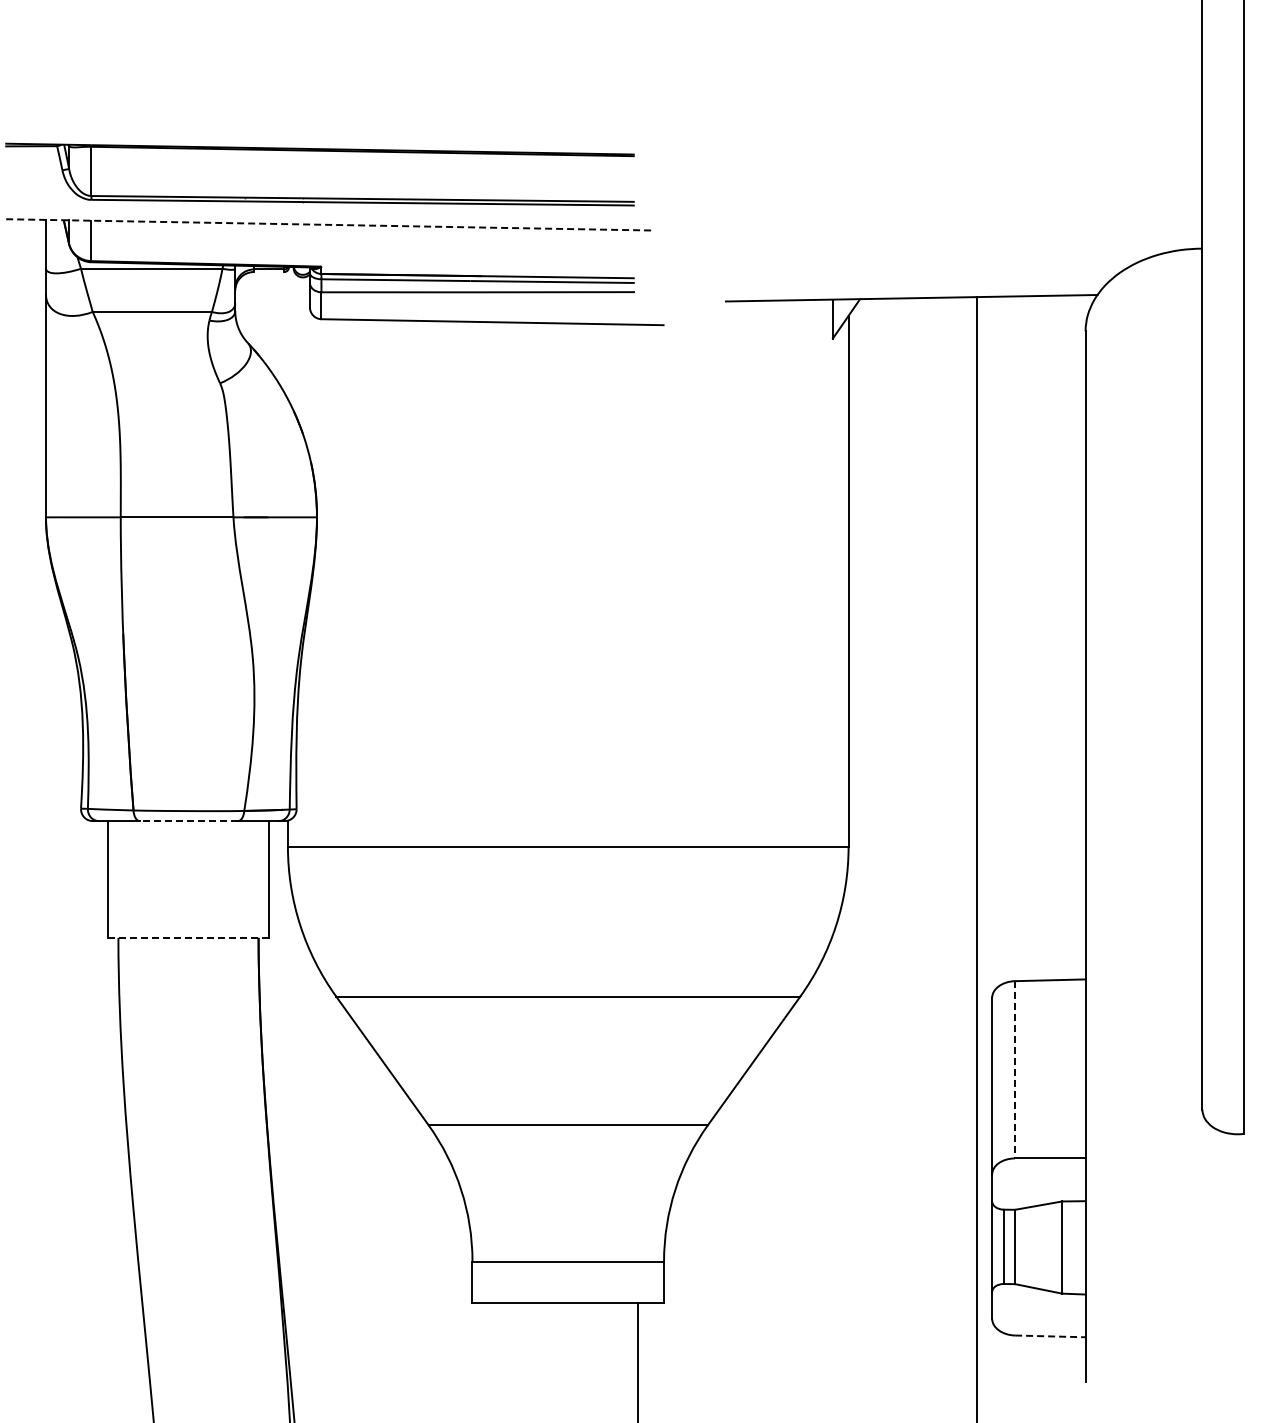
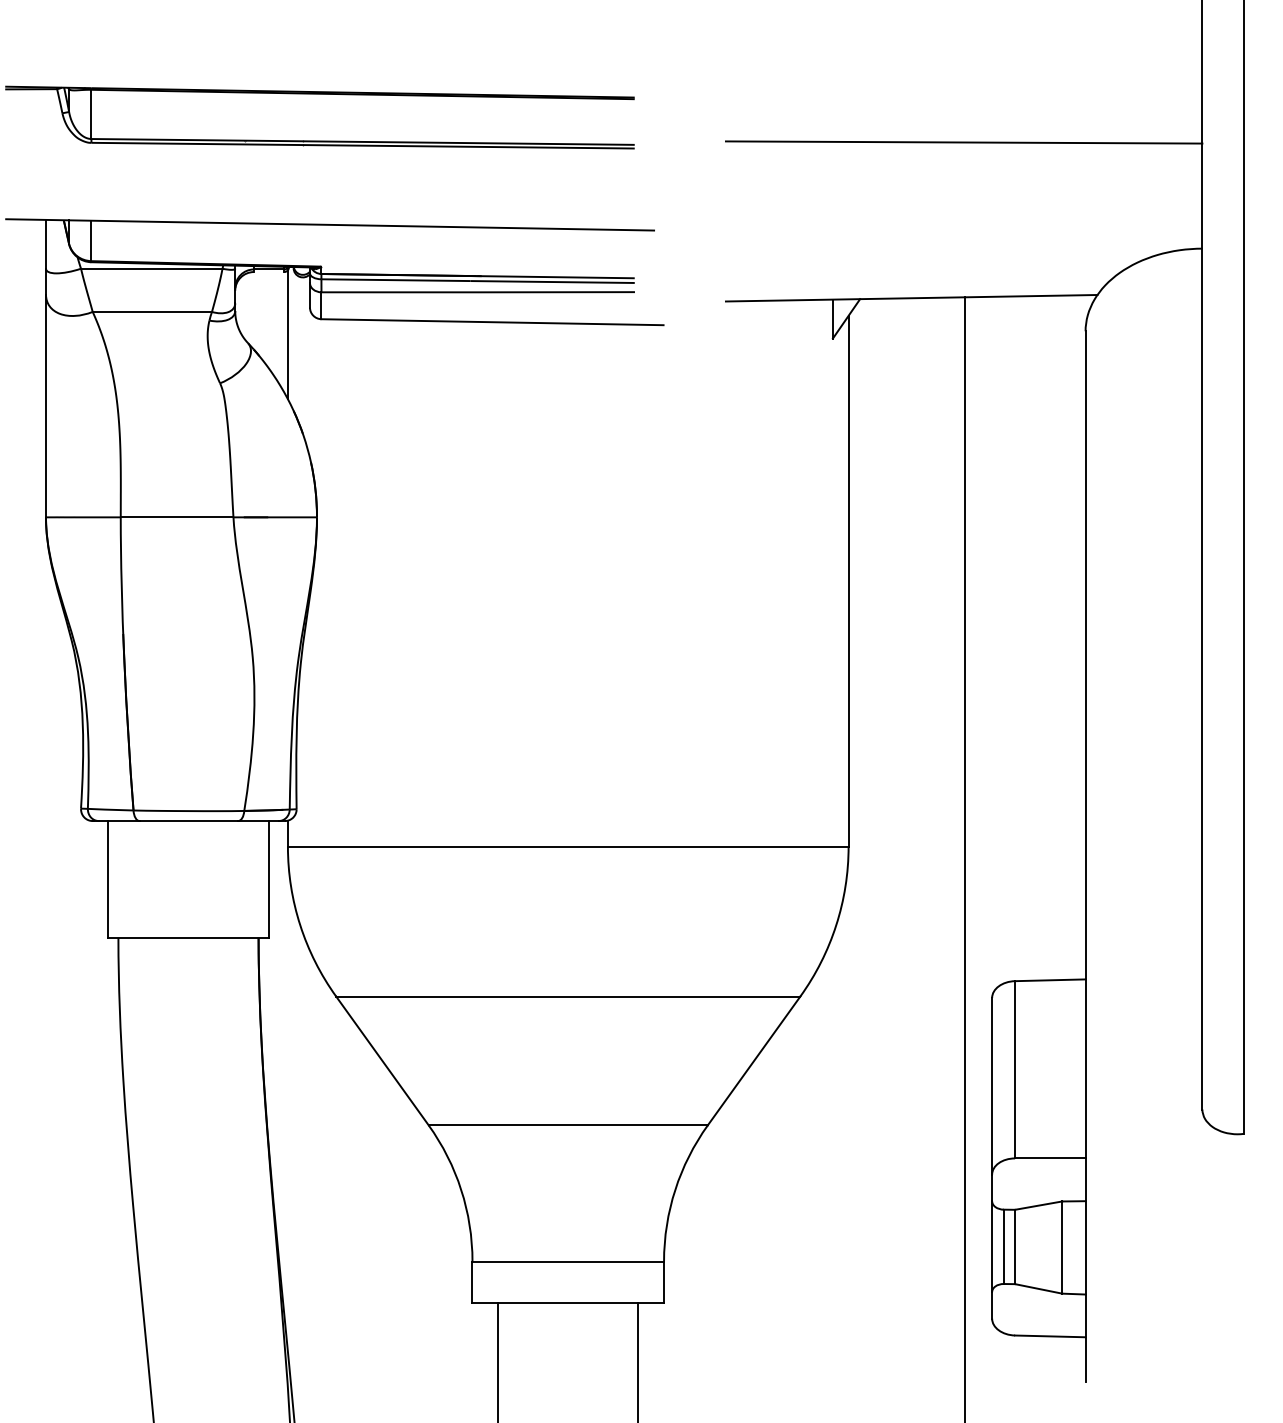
line at (963, 142): none -> present
part at (319, 151) position: (319, 151) -> (319, 94)
line at (330, 224): dashed -> solid
line at (287, 334): none -> present
line at (188, 821): dashed -> solid
line at (977, 858) position: (977, 858) -> (965, 858)
line at (188, 937): dashed -> solid
line at (1015, 1069): dashed -> solid
line at (1050, 1336): dashed -> solid
line at (498, 1361): none -> present
